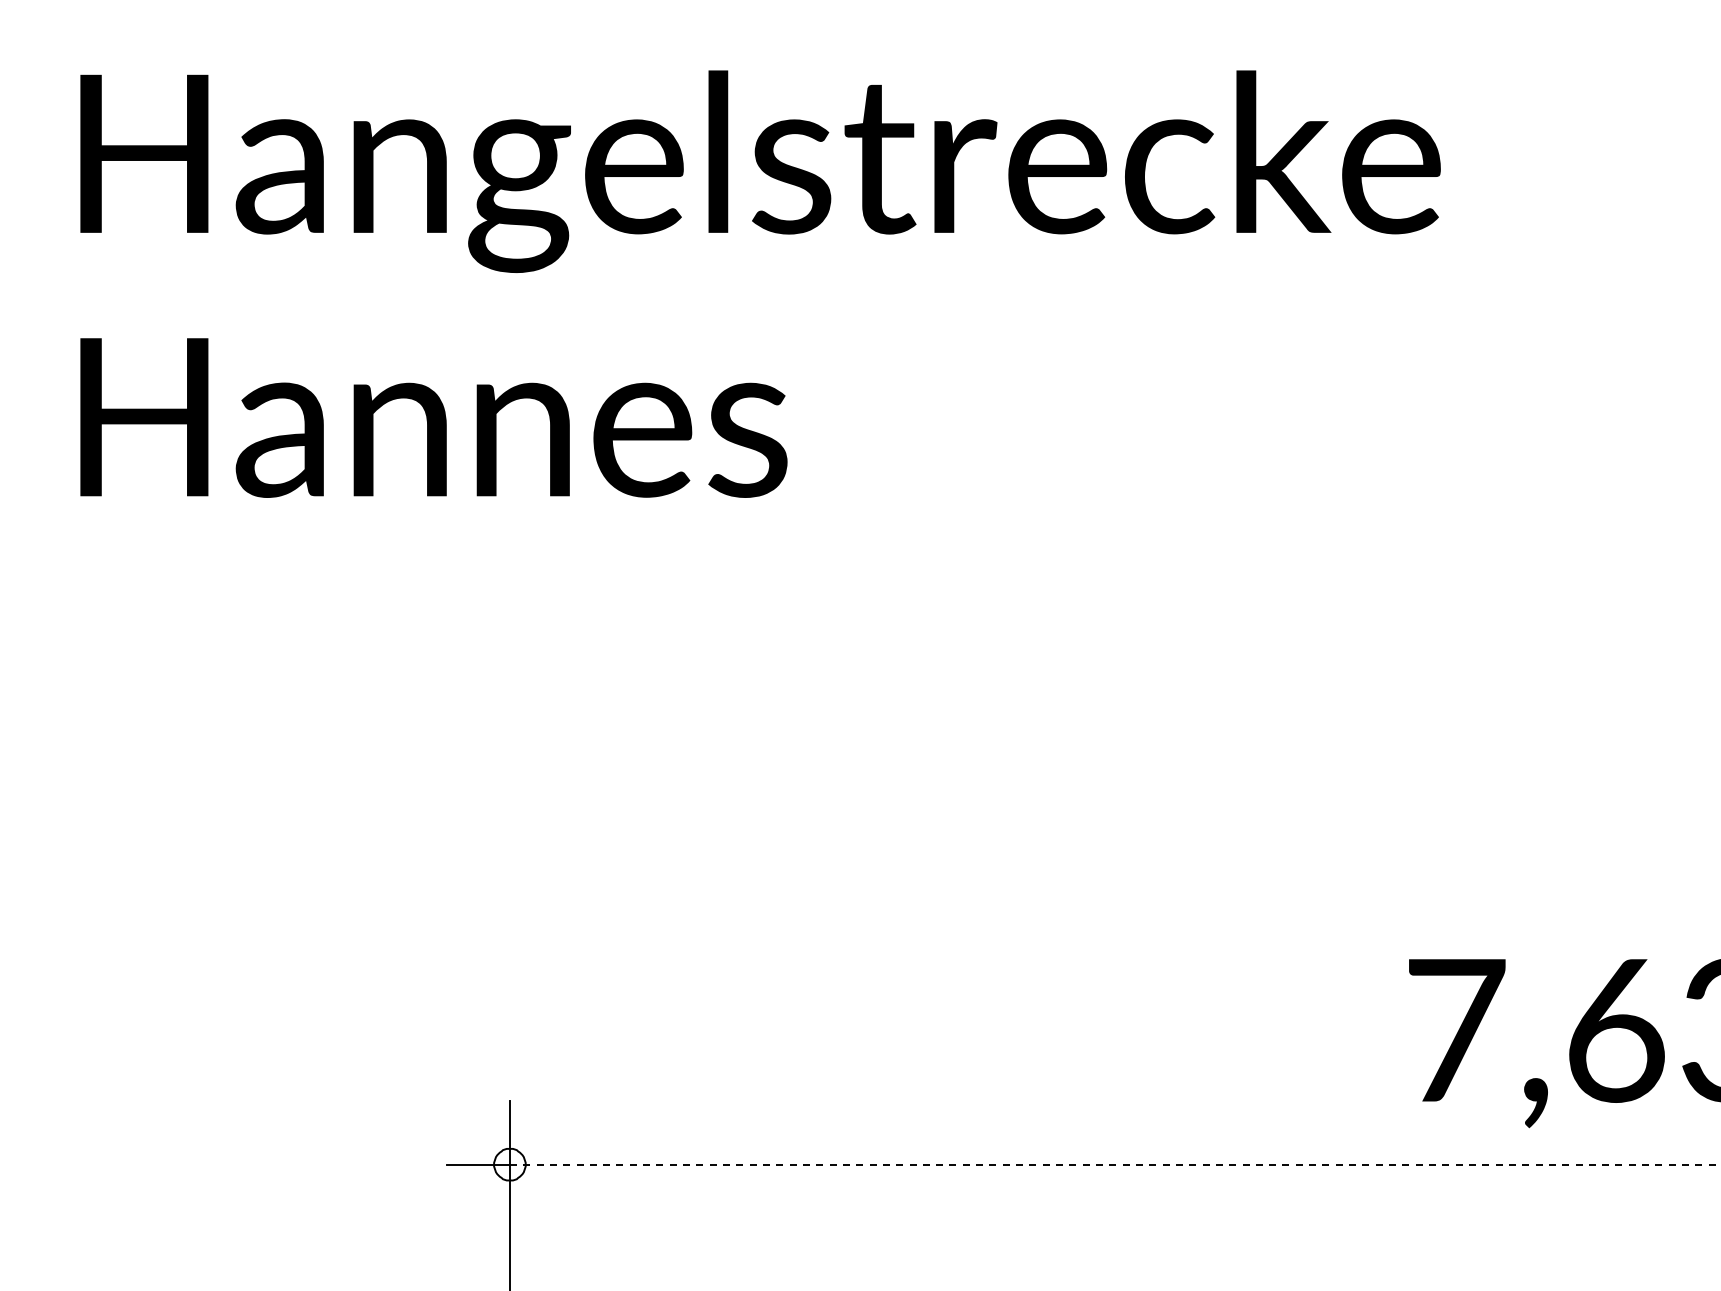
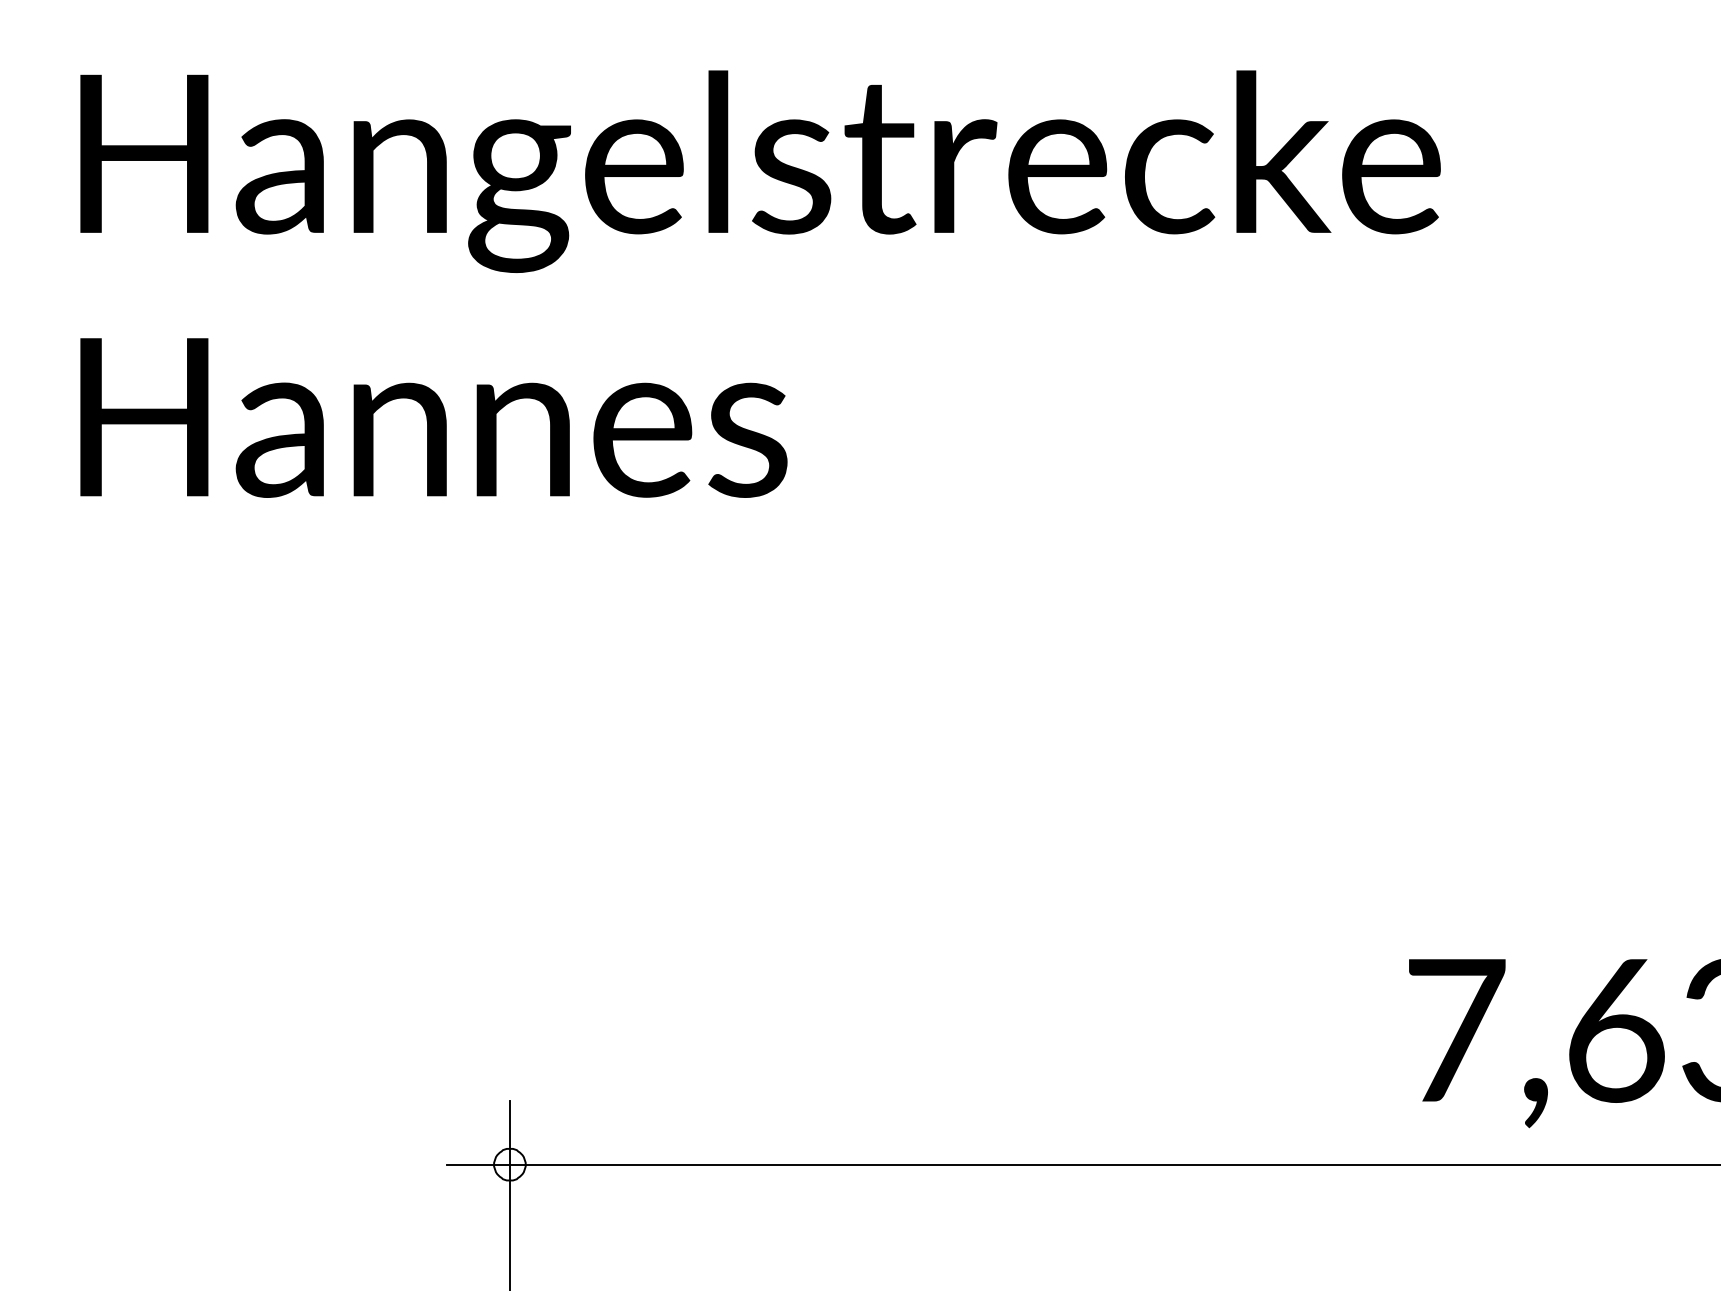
line at (1115, 1164): dashed -> solid
